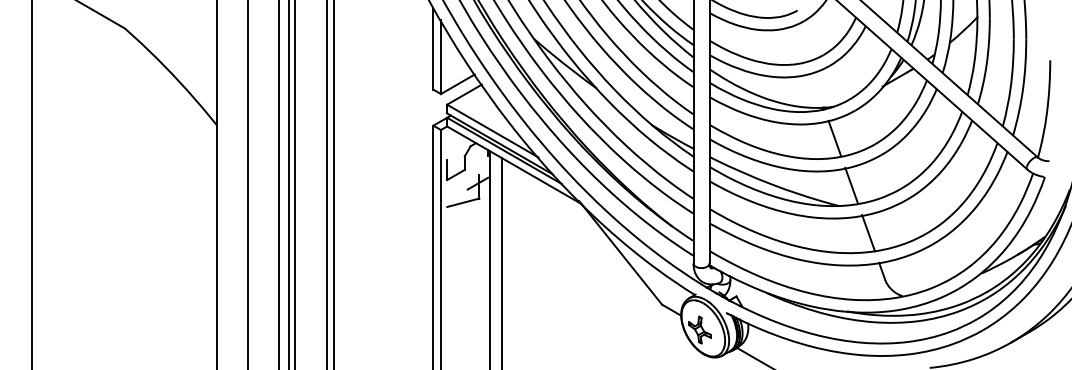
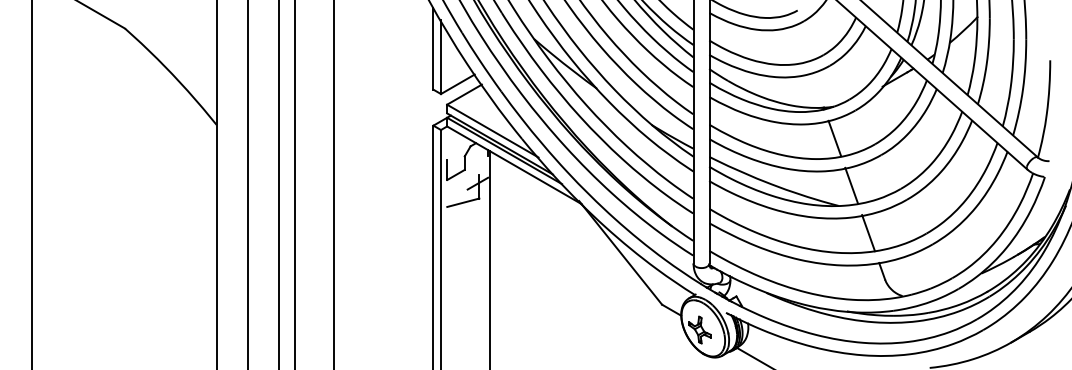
line at (288, 184): present -> none
line at (326, 184): present -> none
line at (502, 262): present -> none
